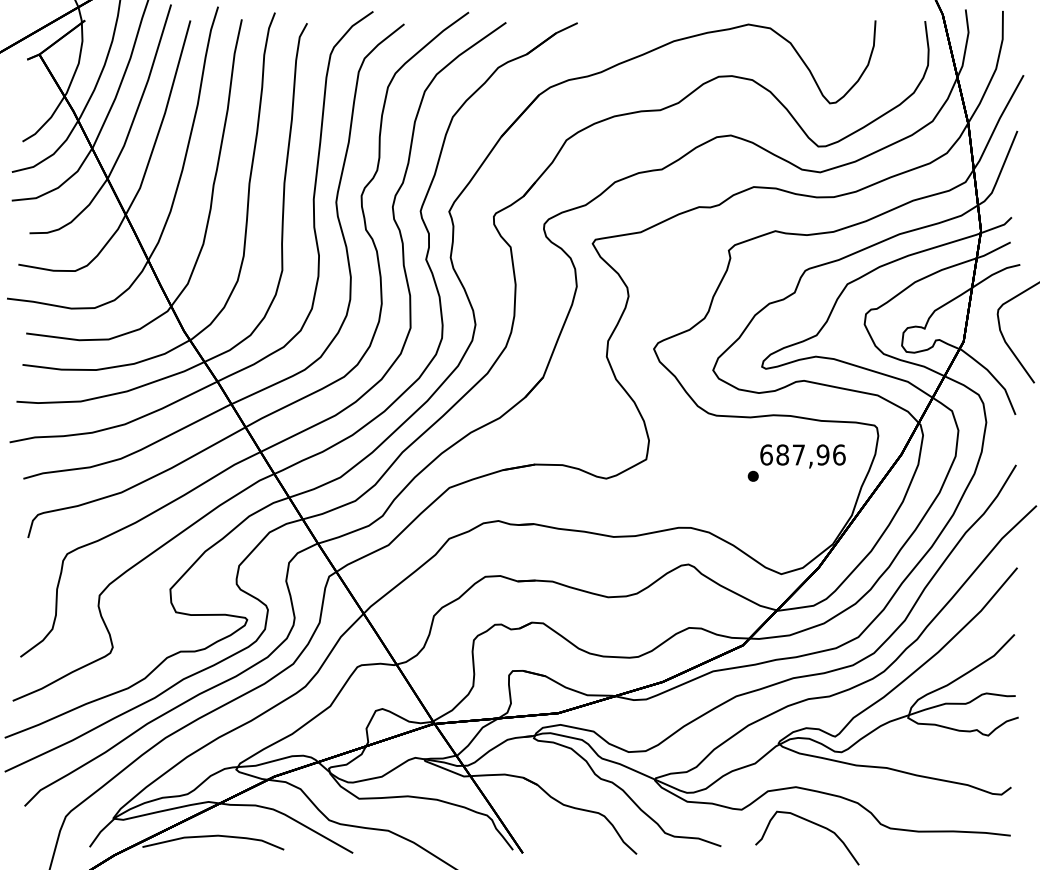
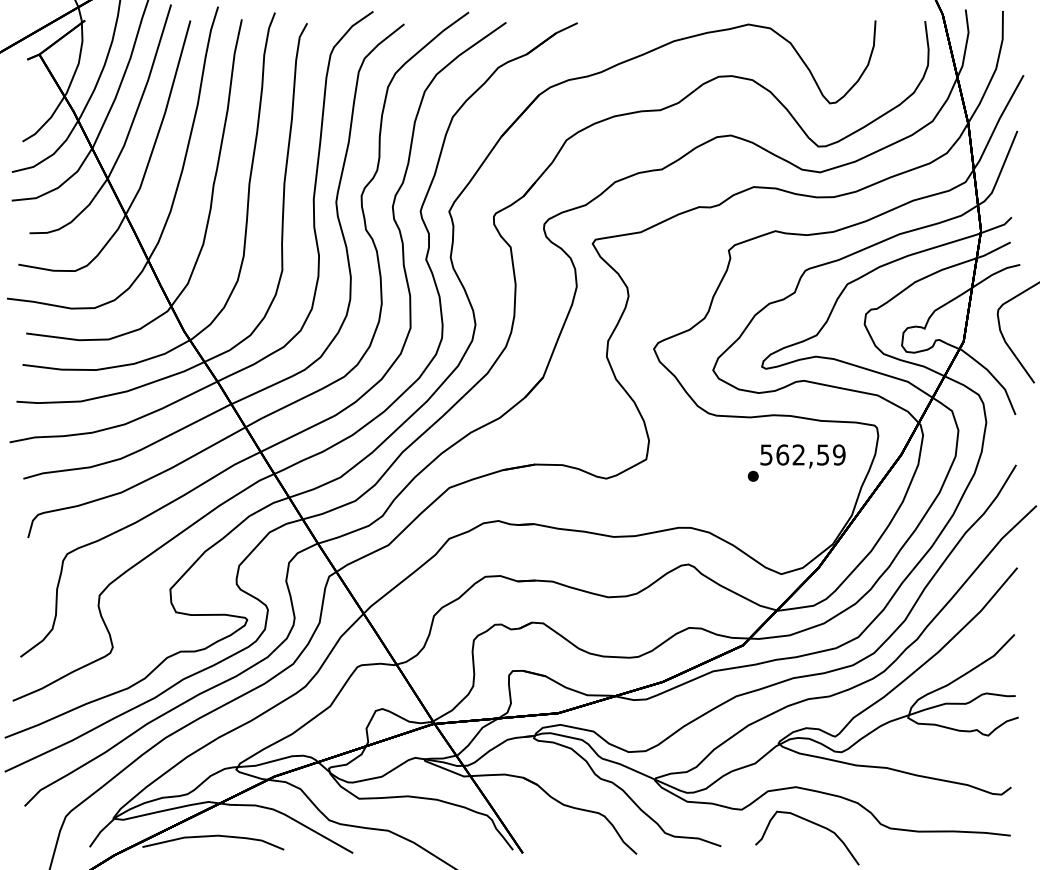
text at (802, 454): 687,96 -> 562,59
